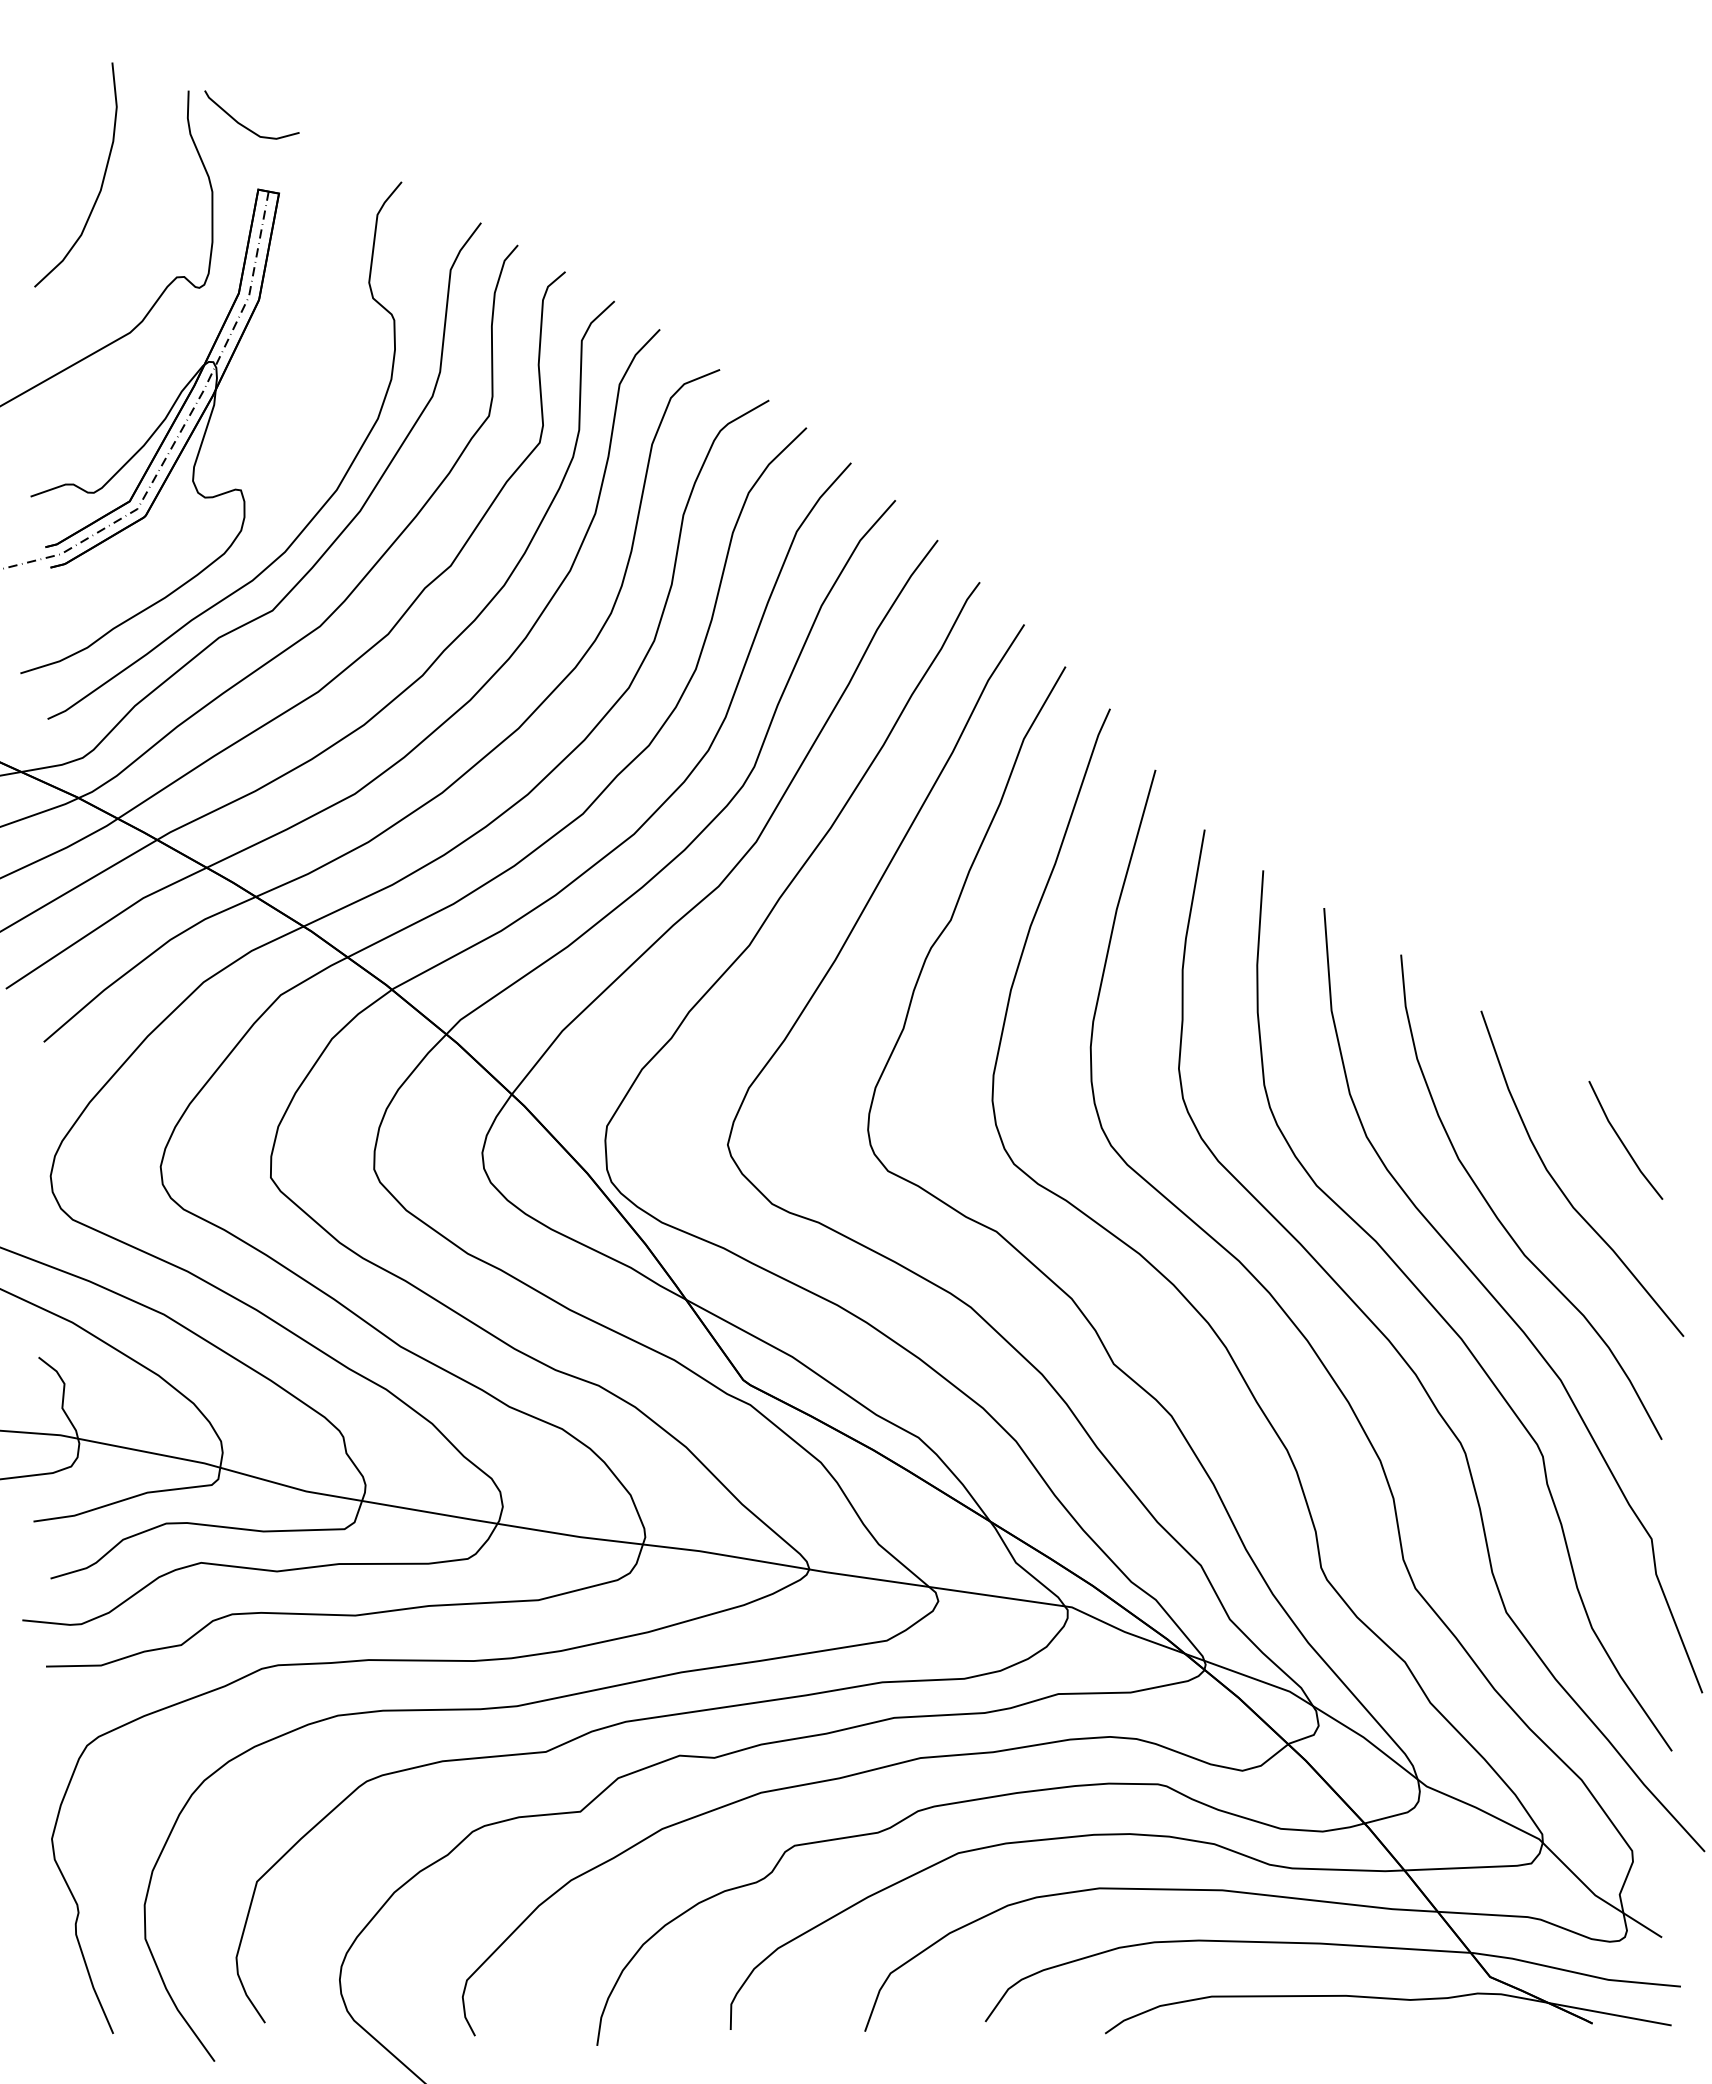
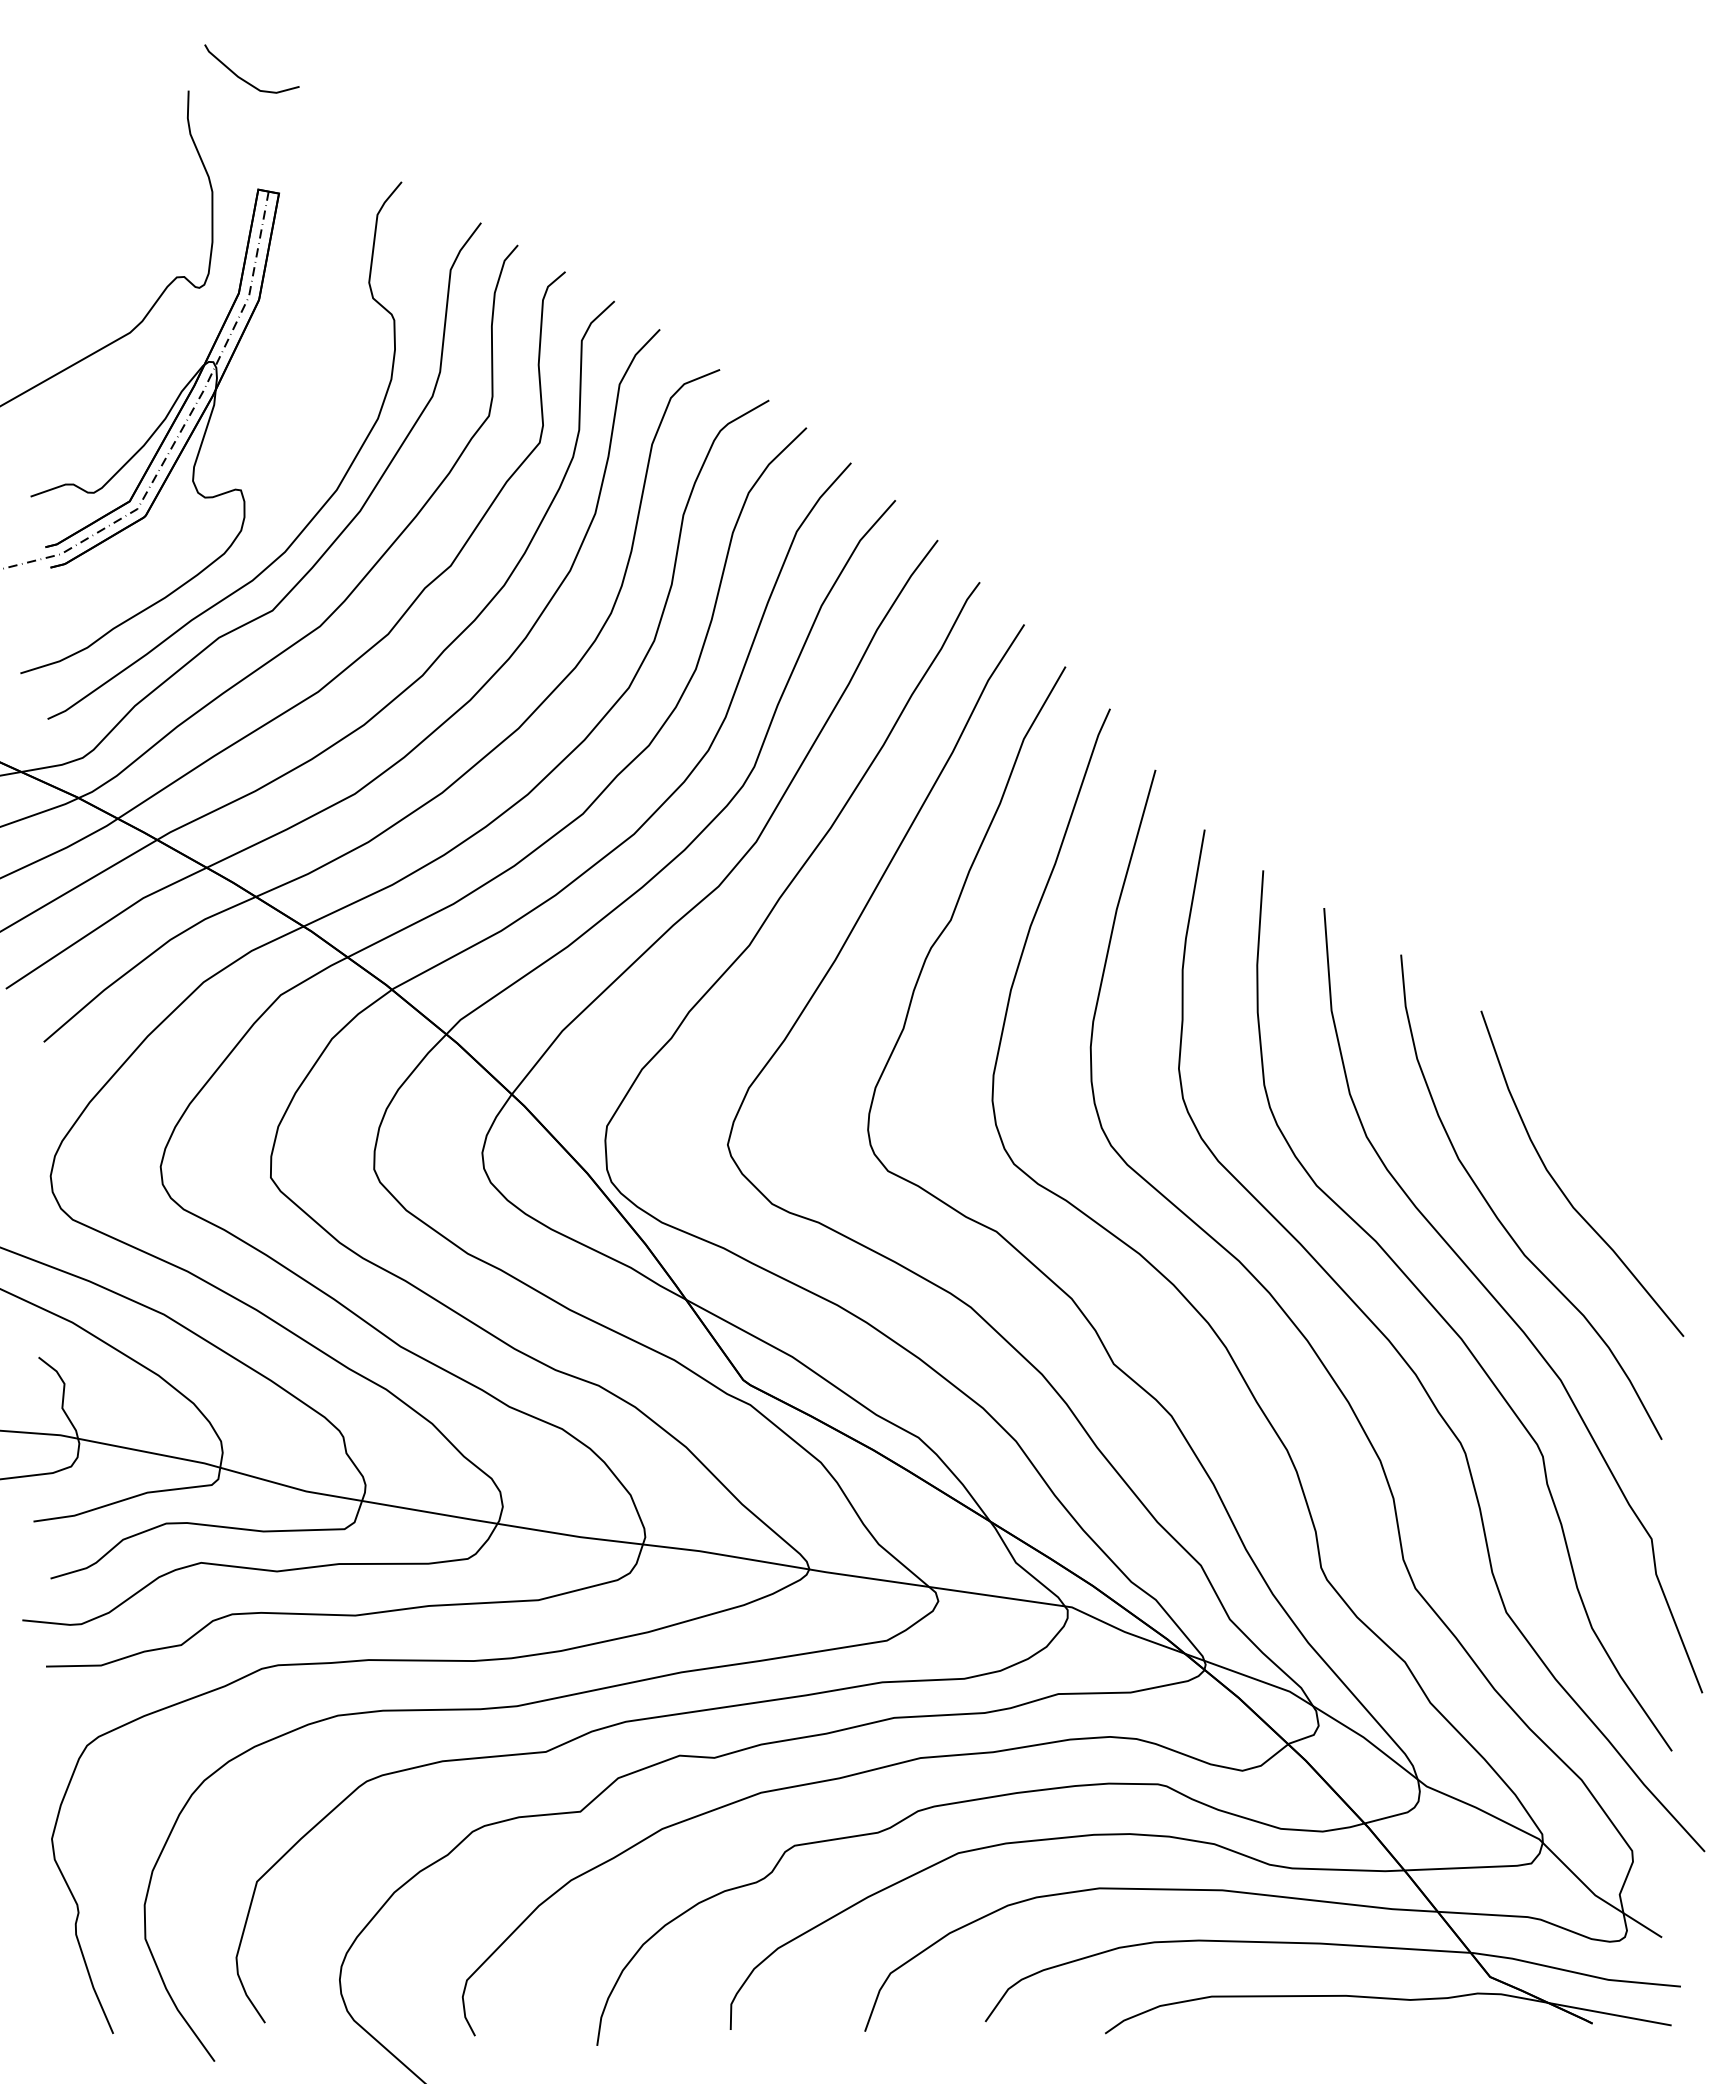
curve at (244, 125) position: (244, 125) -> (244, 79)
curve at (101, 182): present -> none
line at (1622, 1141): present -> none
